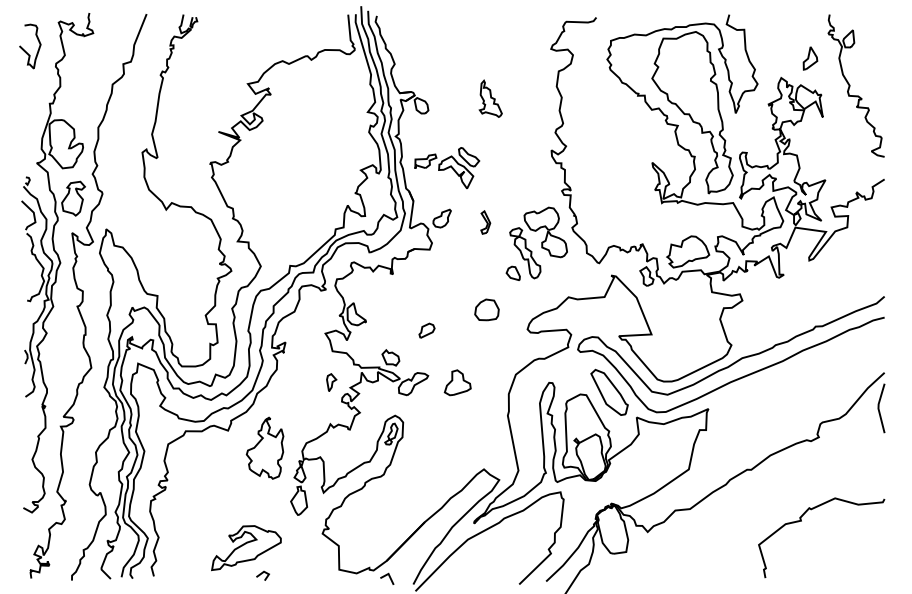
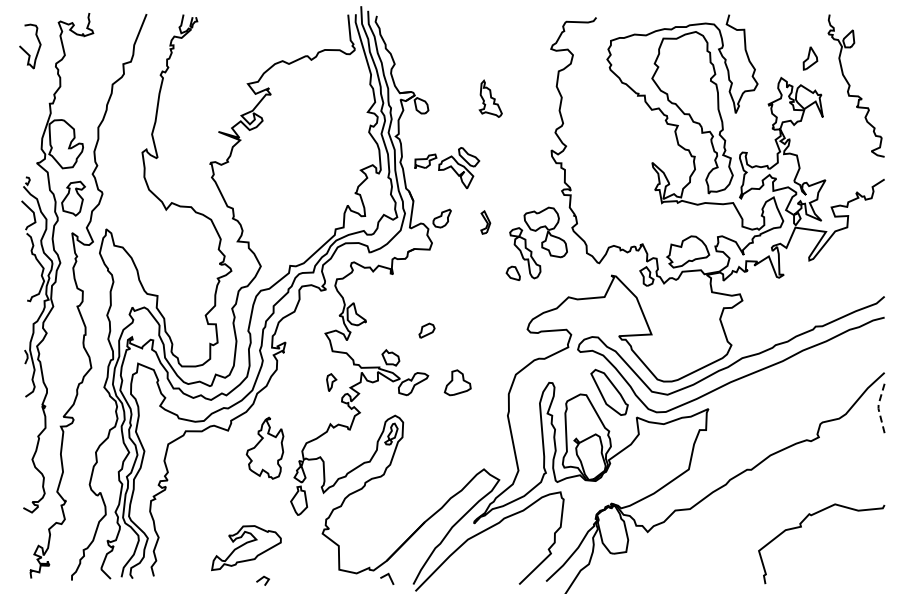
part at (486, 309): present -> none
line at (878, 407): solid -> dashed
curve at (801, 521) position: (801, 521) -> (801, 527)
line at (261, 574) position: (261, 574) -> (261, 579)
